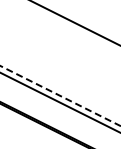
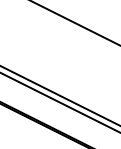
line at (60, 96): dashed -> solid
